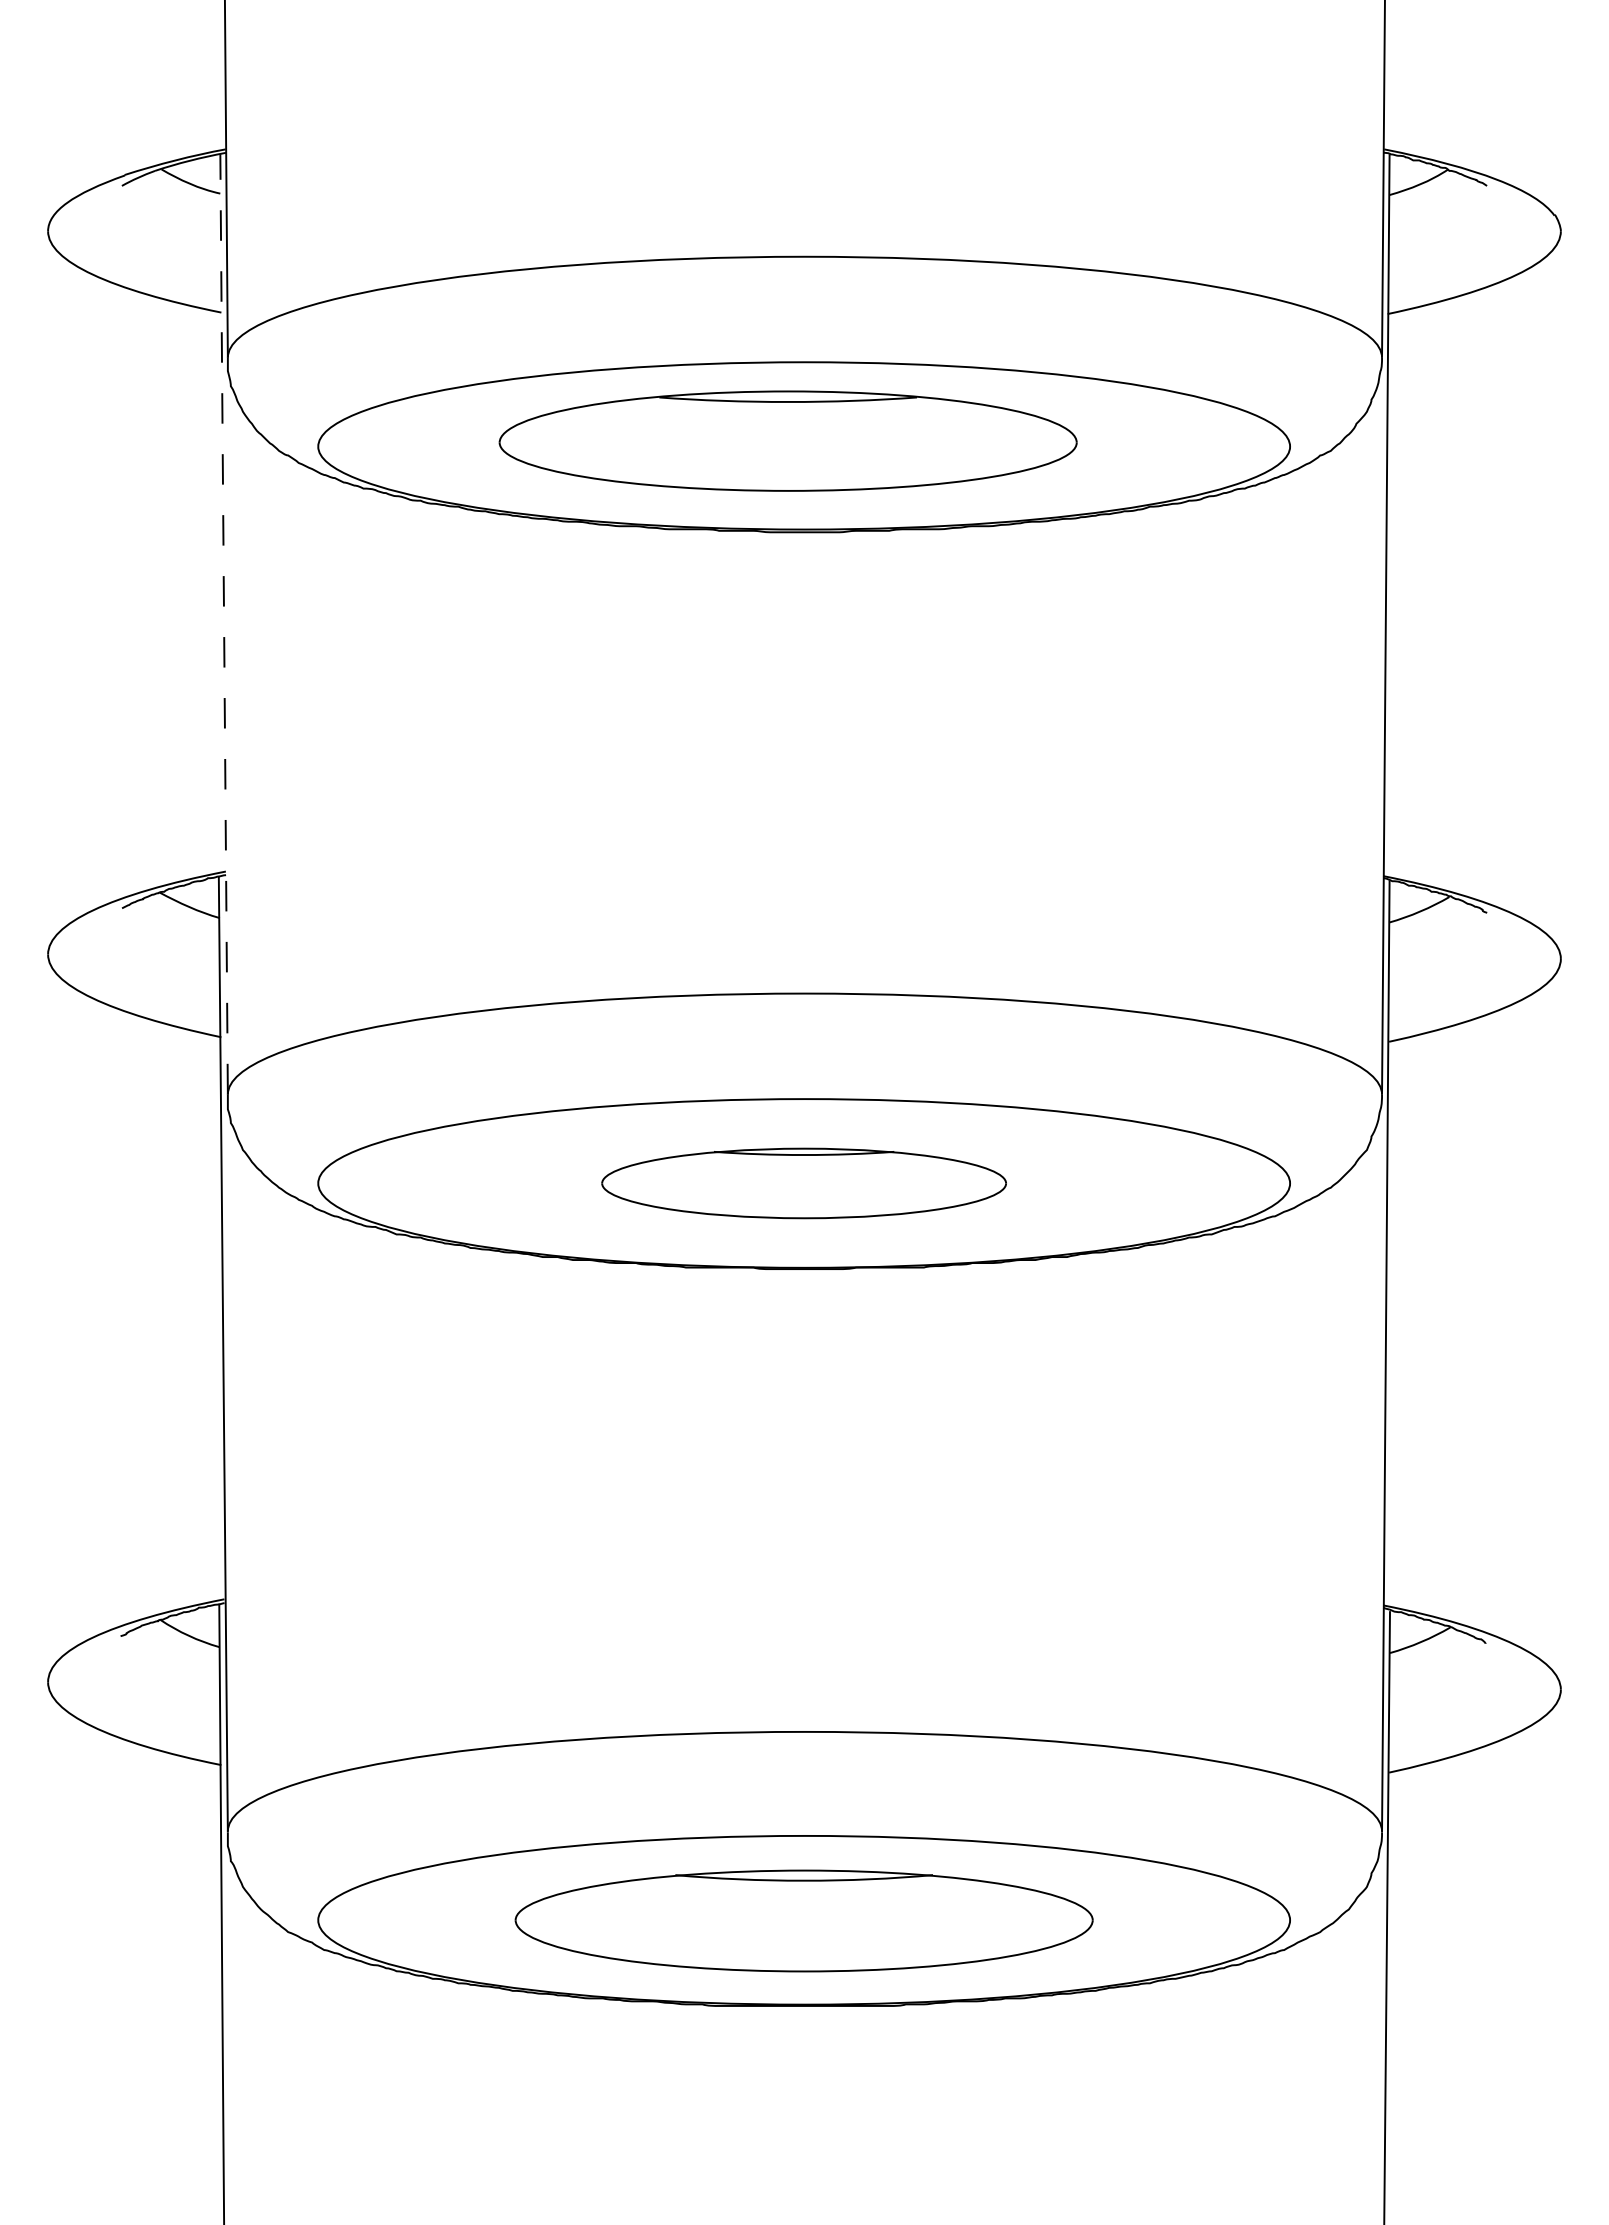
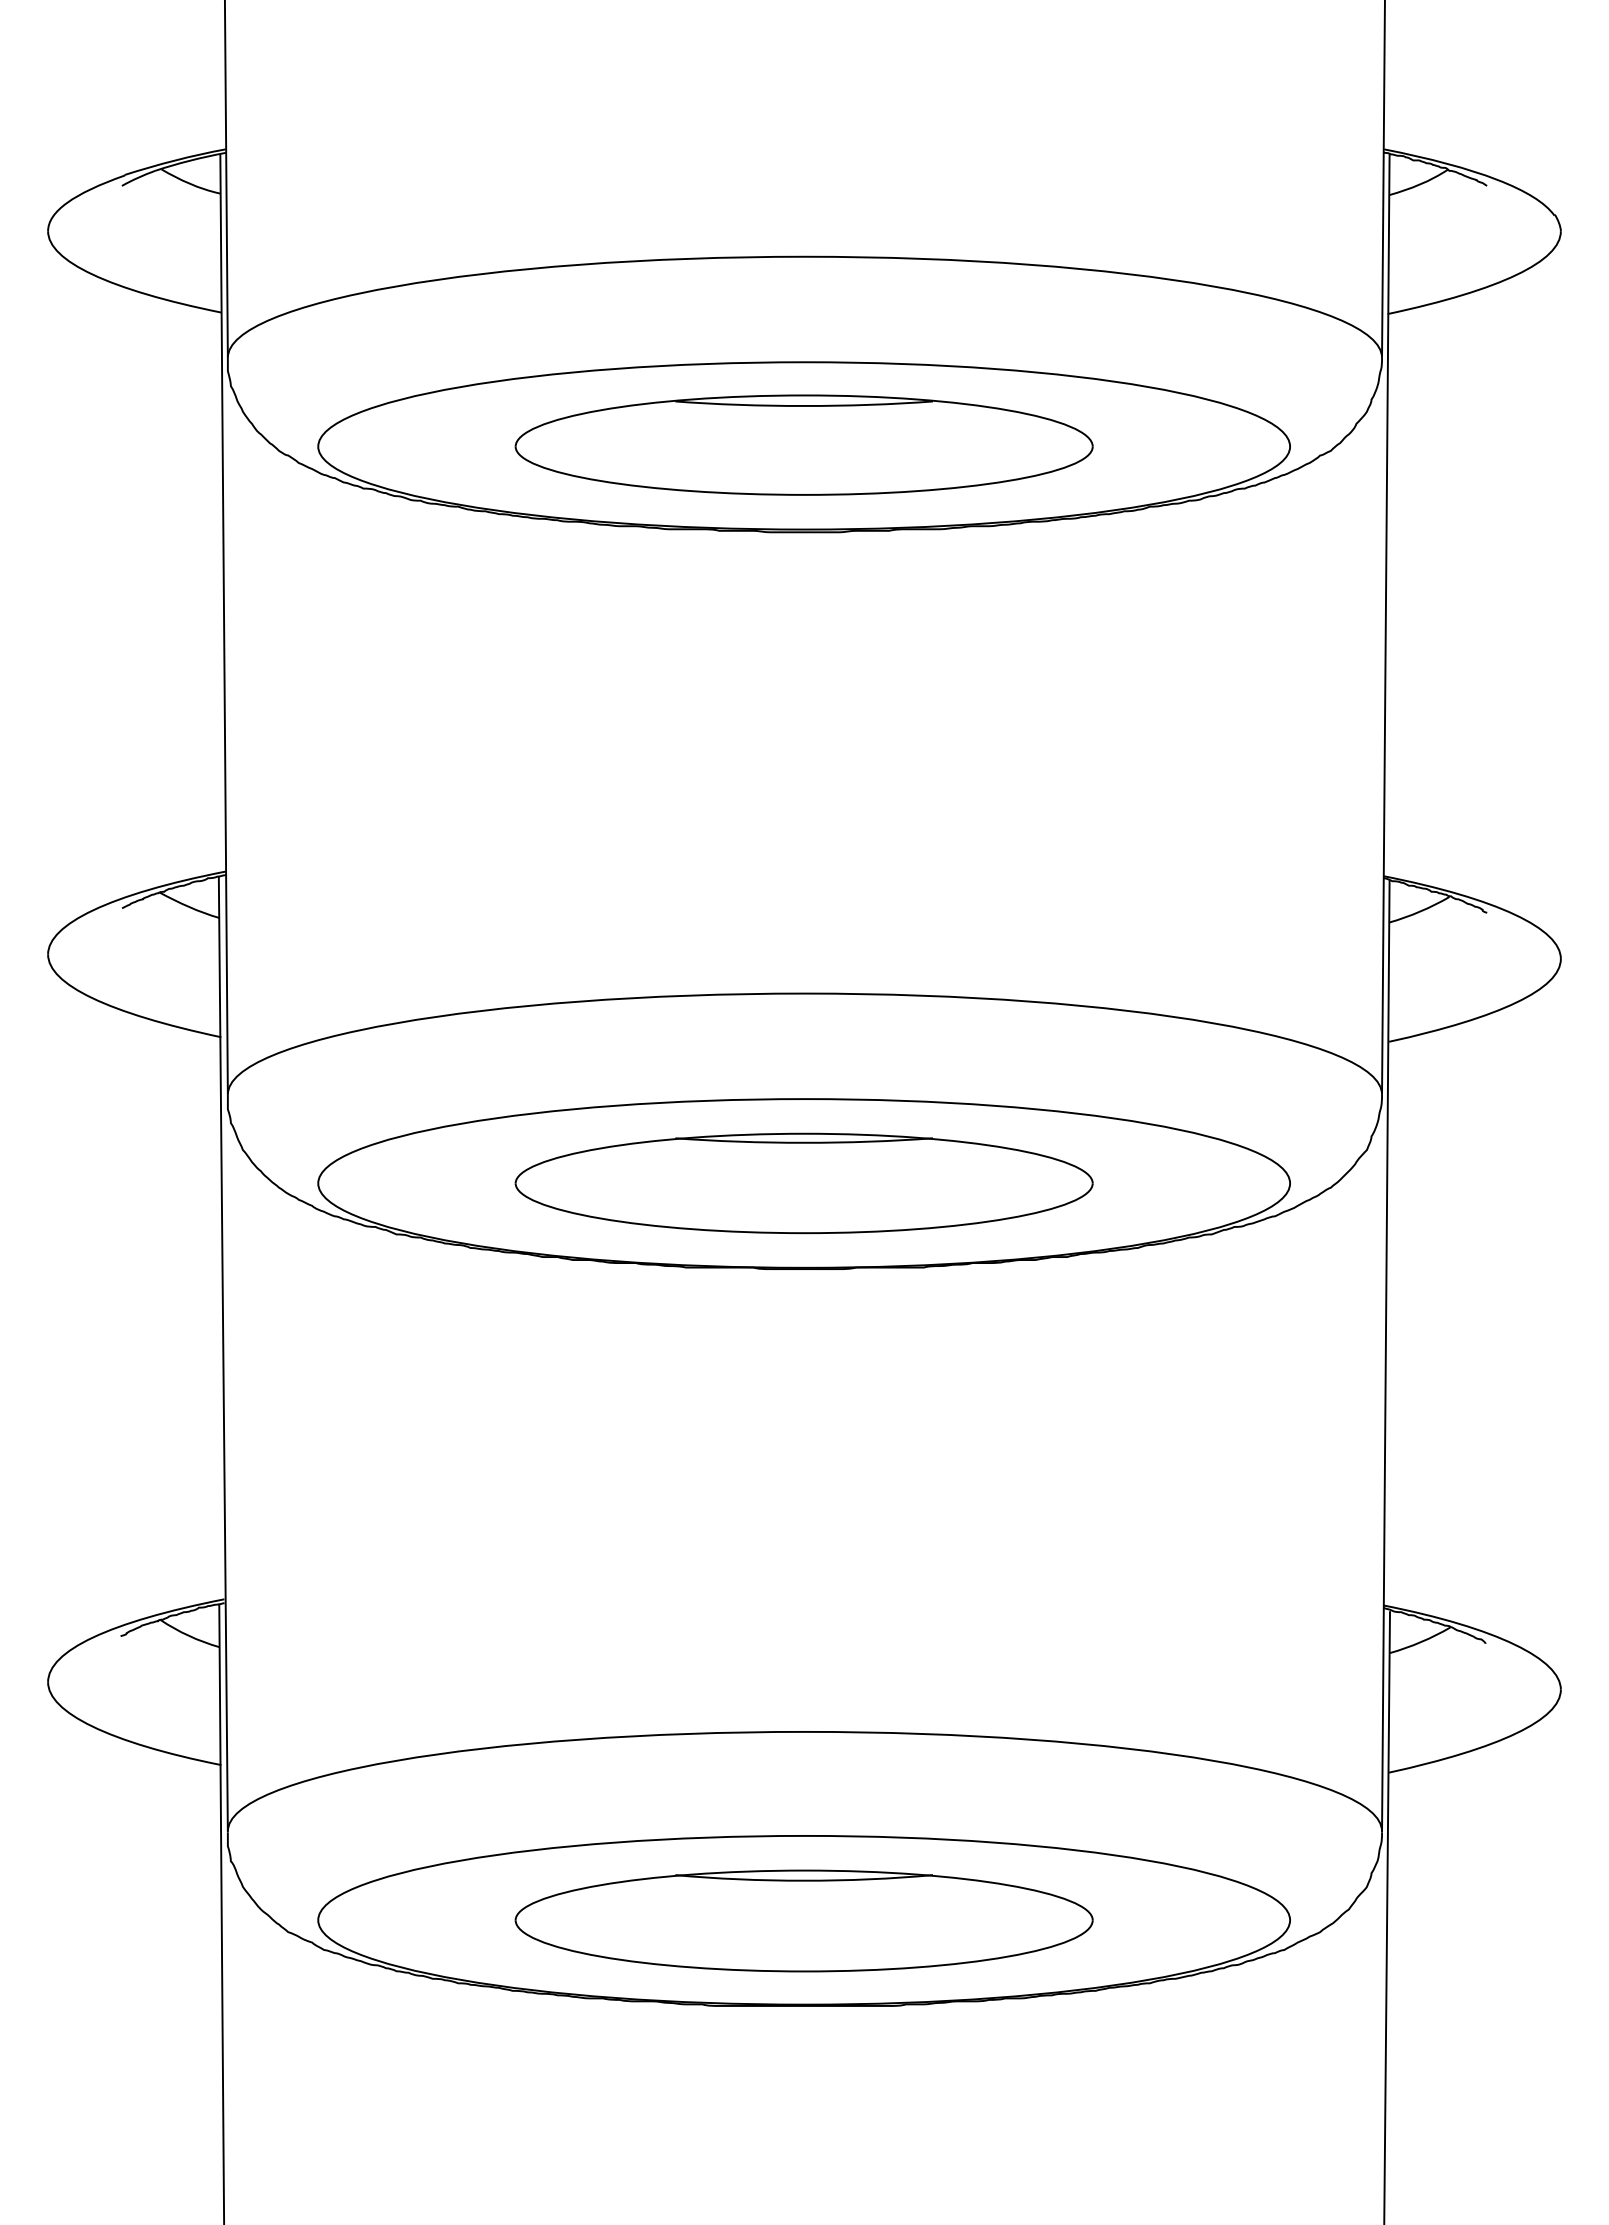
part at (787, 440) position: (787, 440) -> (803, 444)
line at (224, 623): dashed -> solid
part at (803, 1183) size: 406x73 px -> 580x103 px
